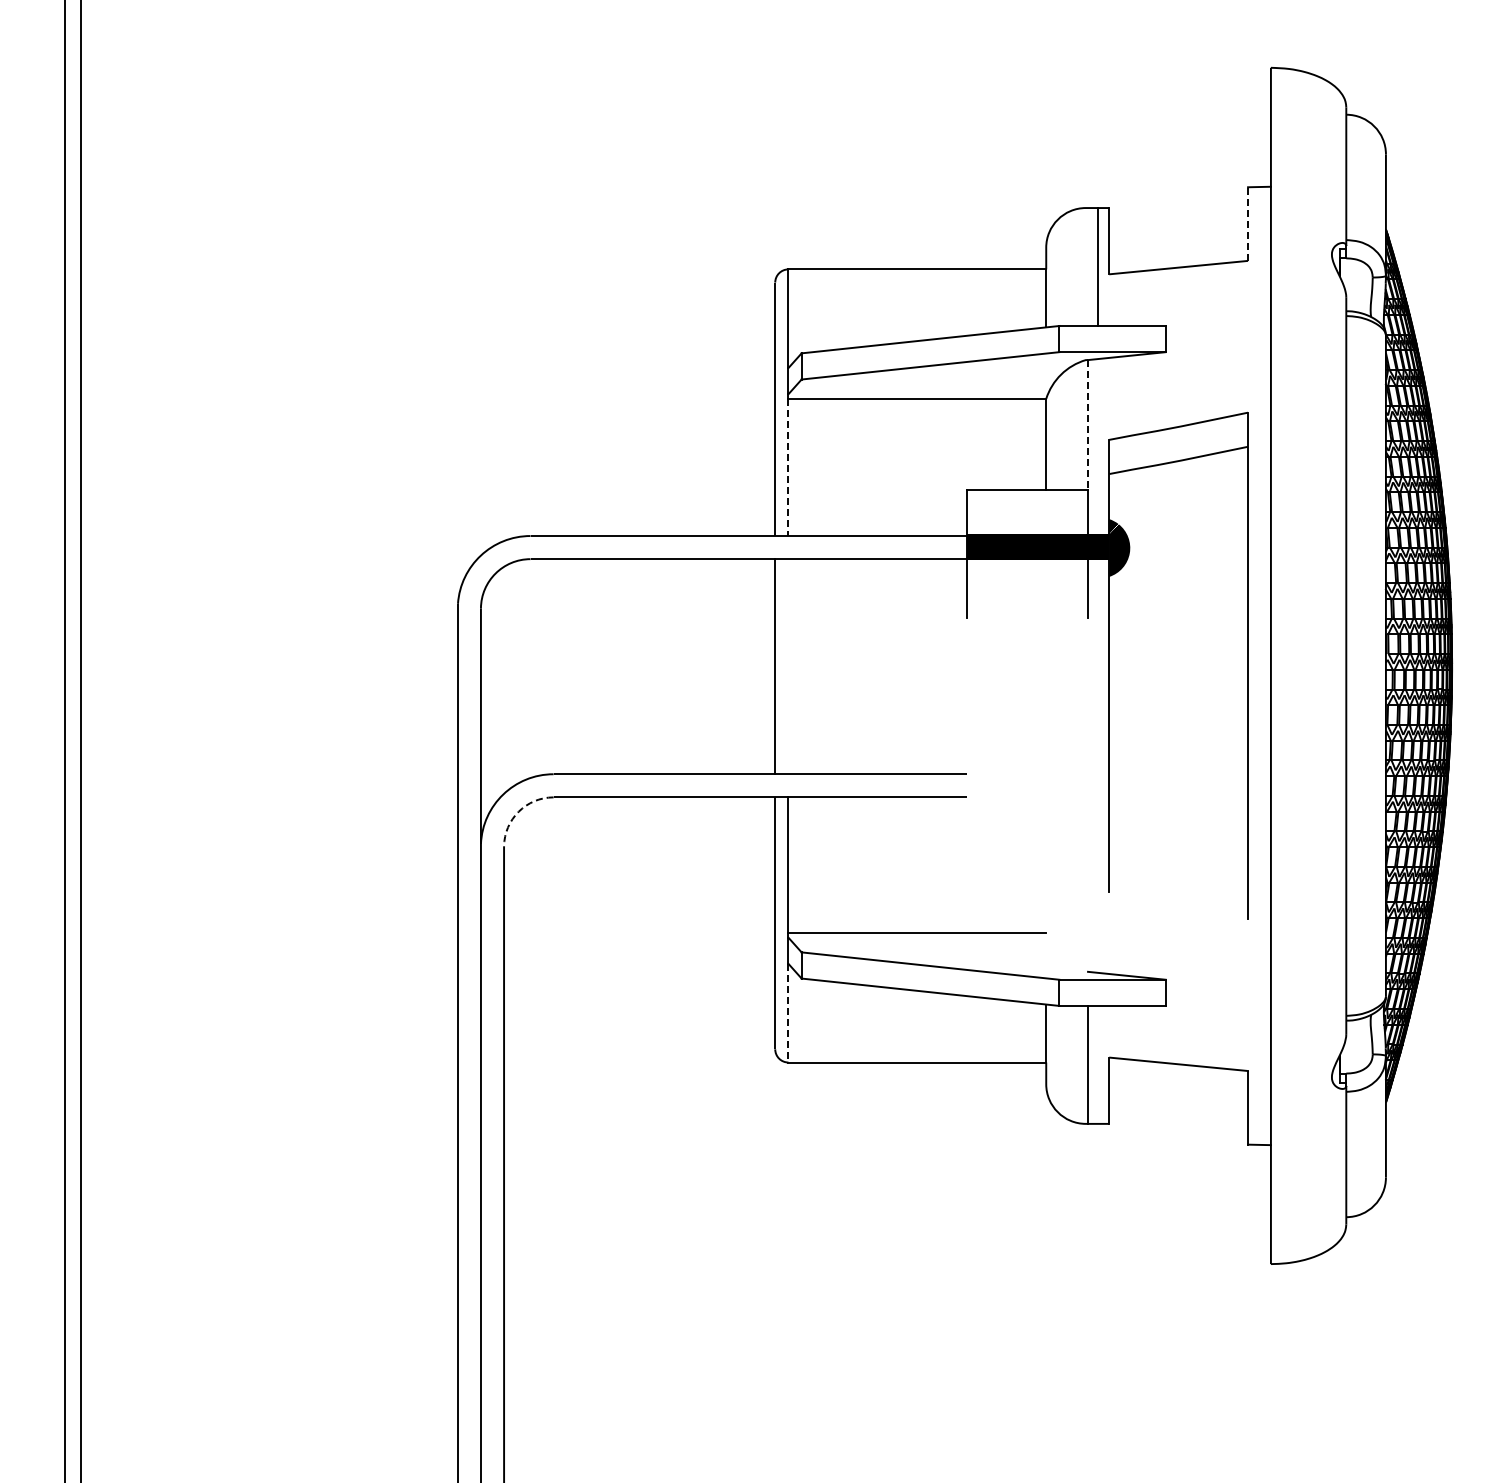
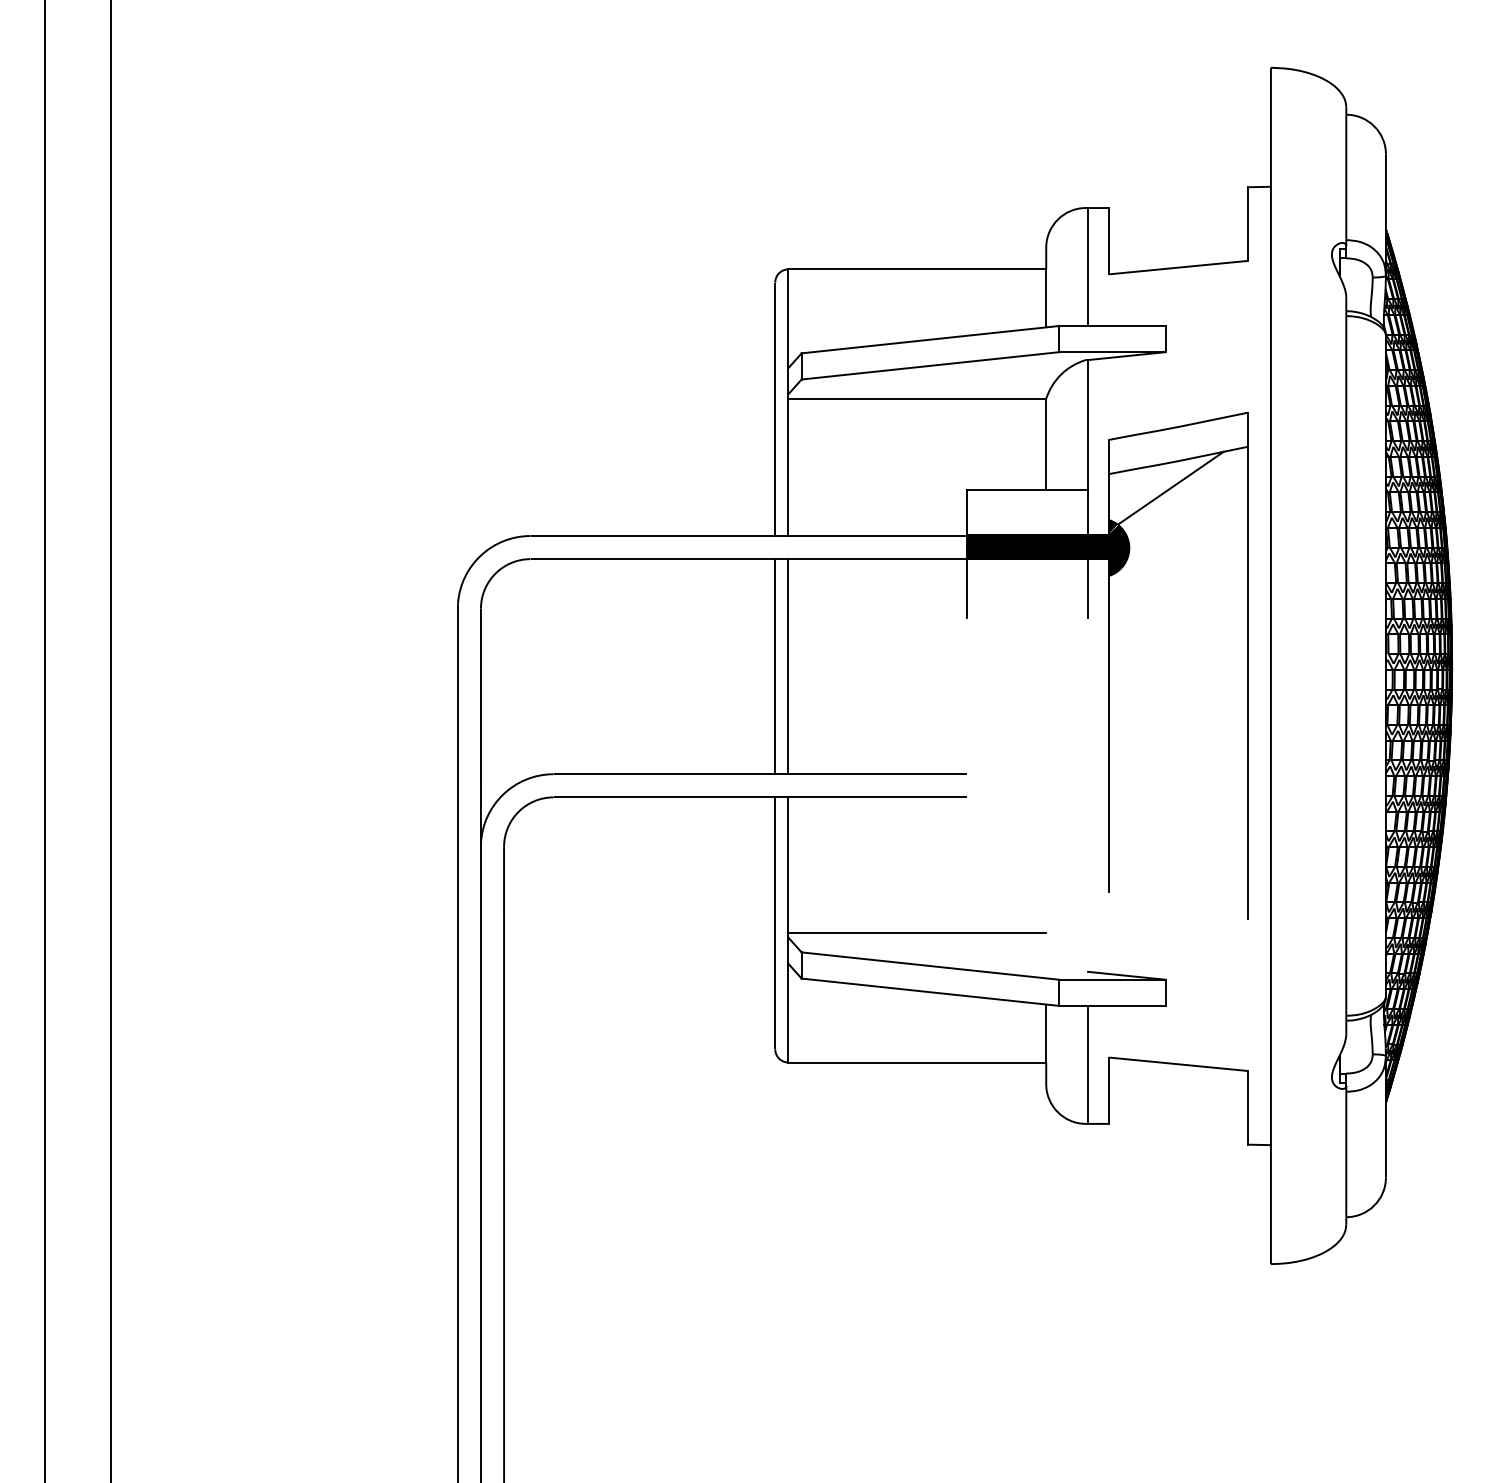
line at (1248, 224): dashed -> solid
line at (1098, 266) position: (1098, 266) -> (1088, 266)
line at (1088, 424): dashed -> solid
line at (788, 467): dashed -> solid
line at (1170, 487): none -> present
line at (788, 666): none -> present
line at (64, 740) position: (64, 740) -> (44, 740)
line at (81, 740) position: (81, 740) -> (111, 740)
arc at (518, 811): dashed -> solid
line at (788, 1013): dashed -> solid
